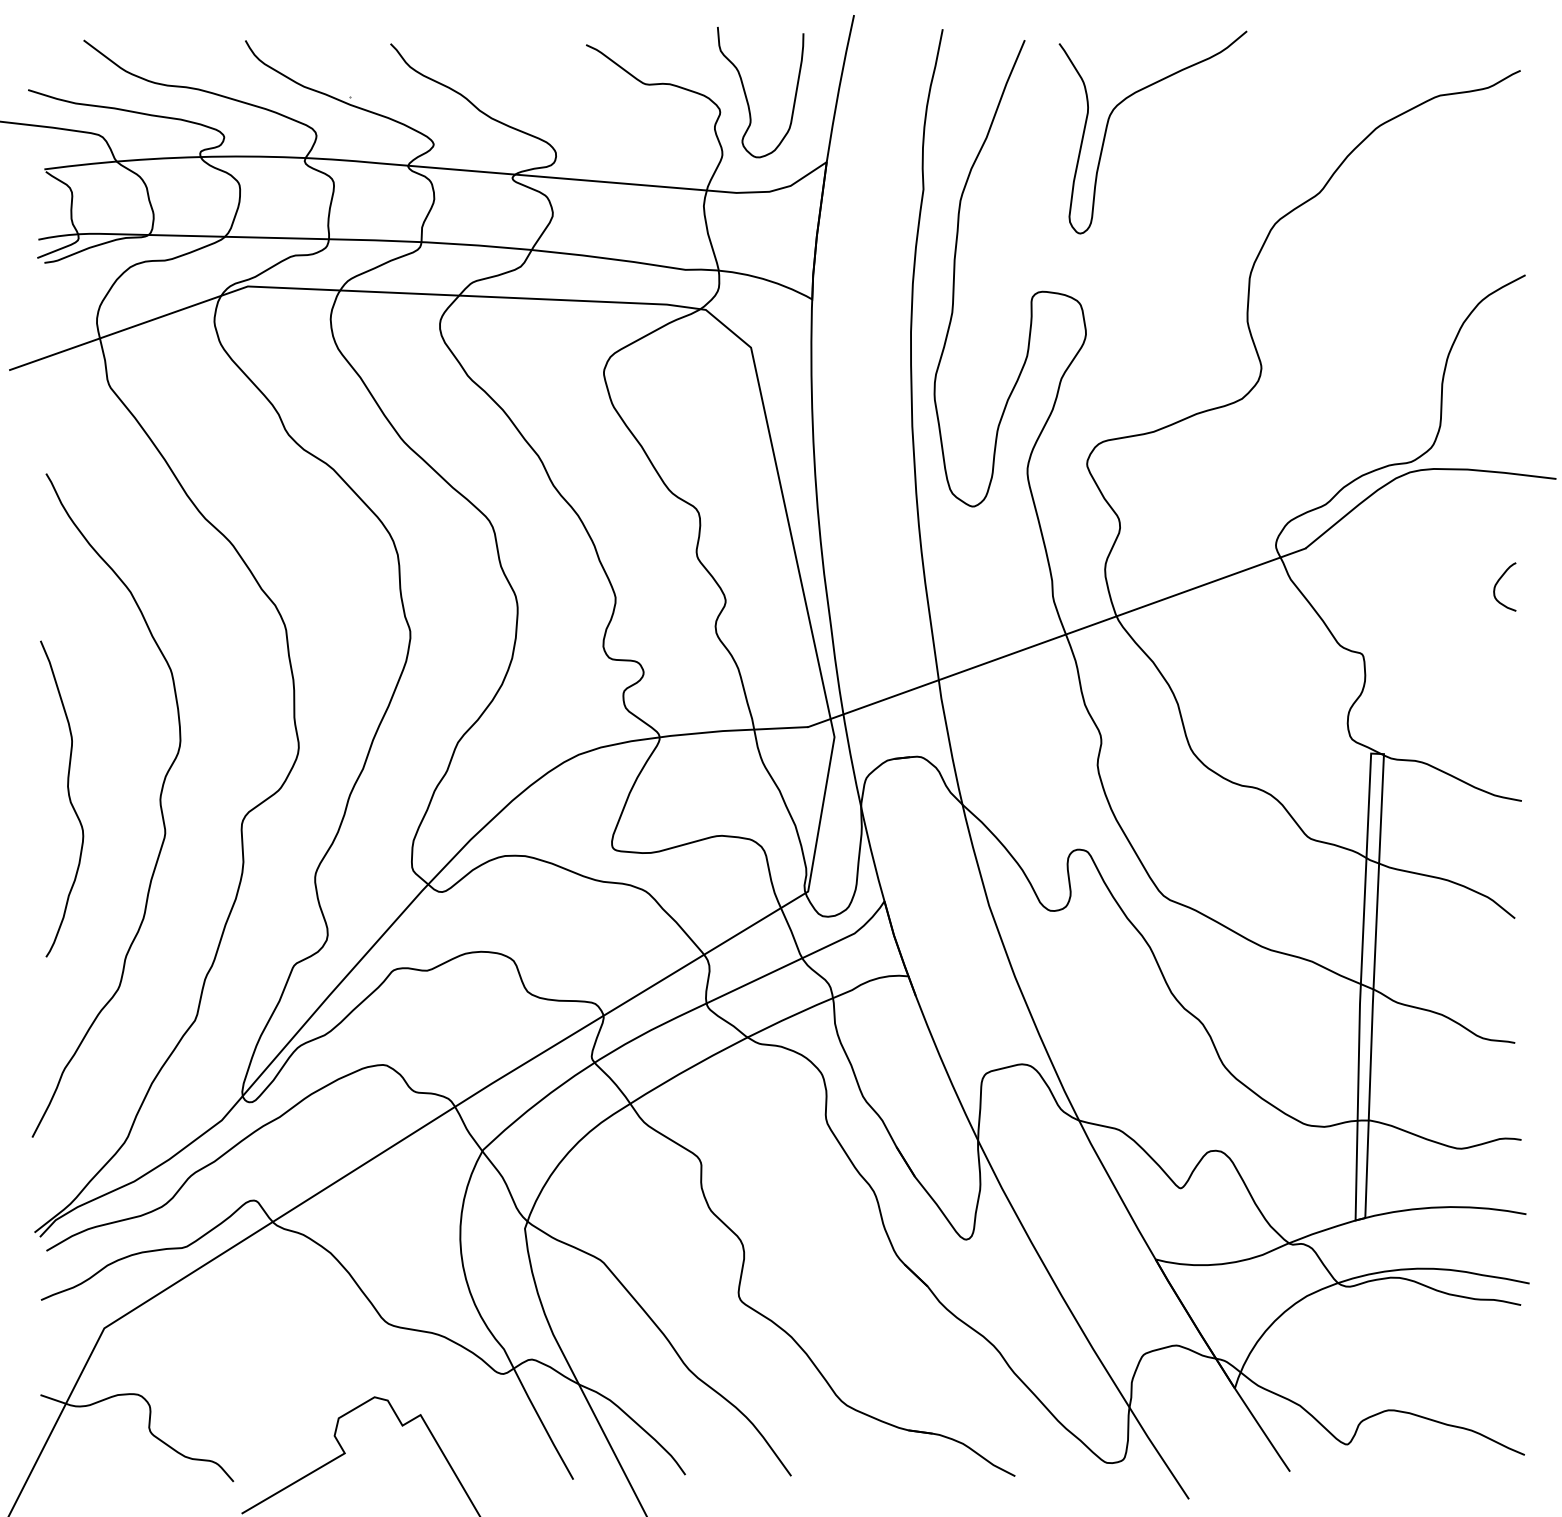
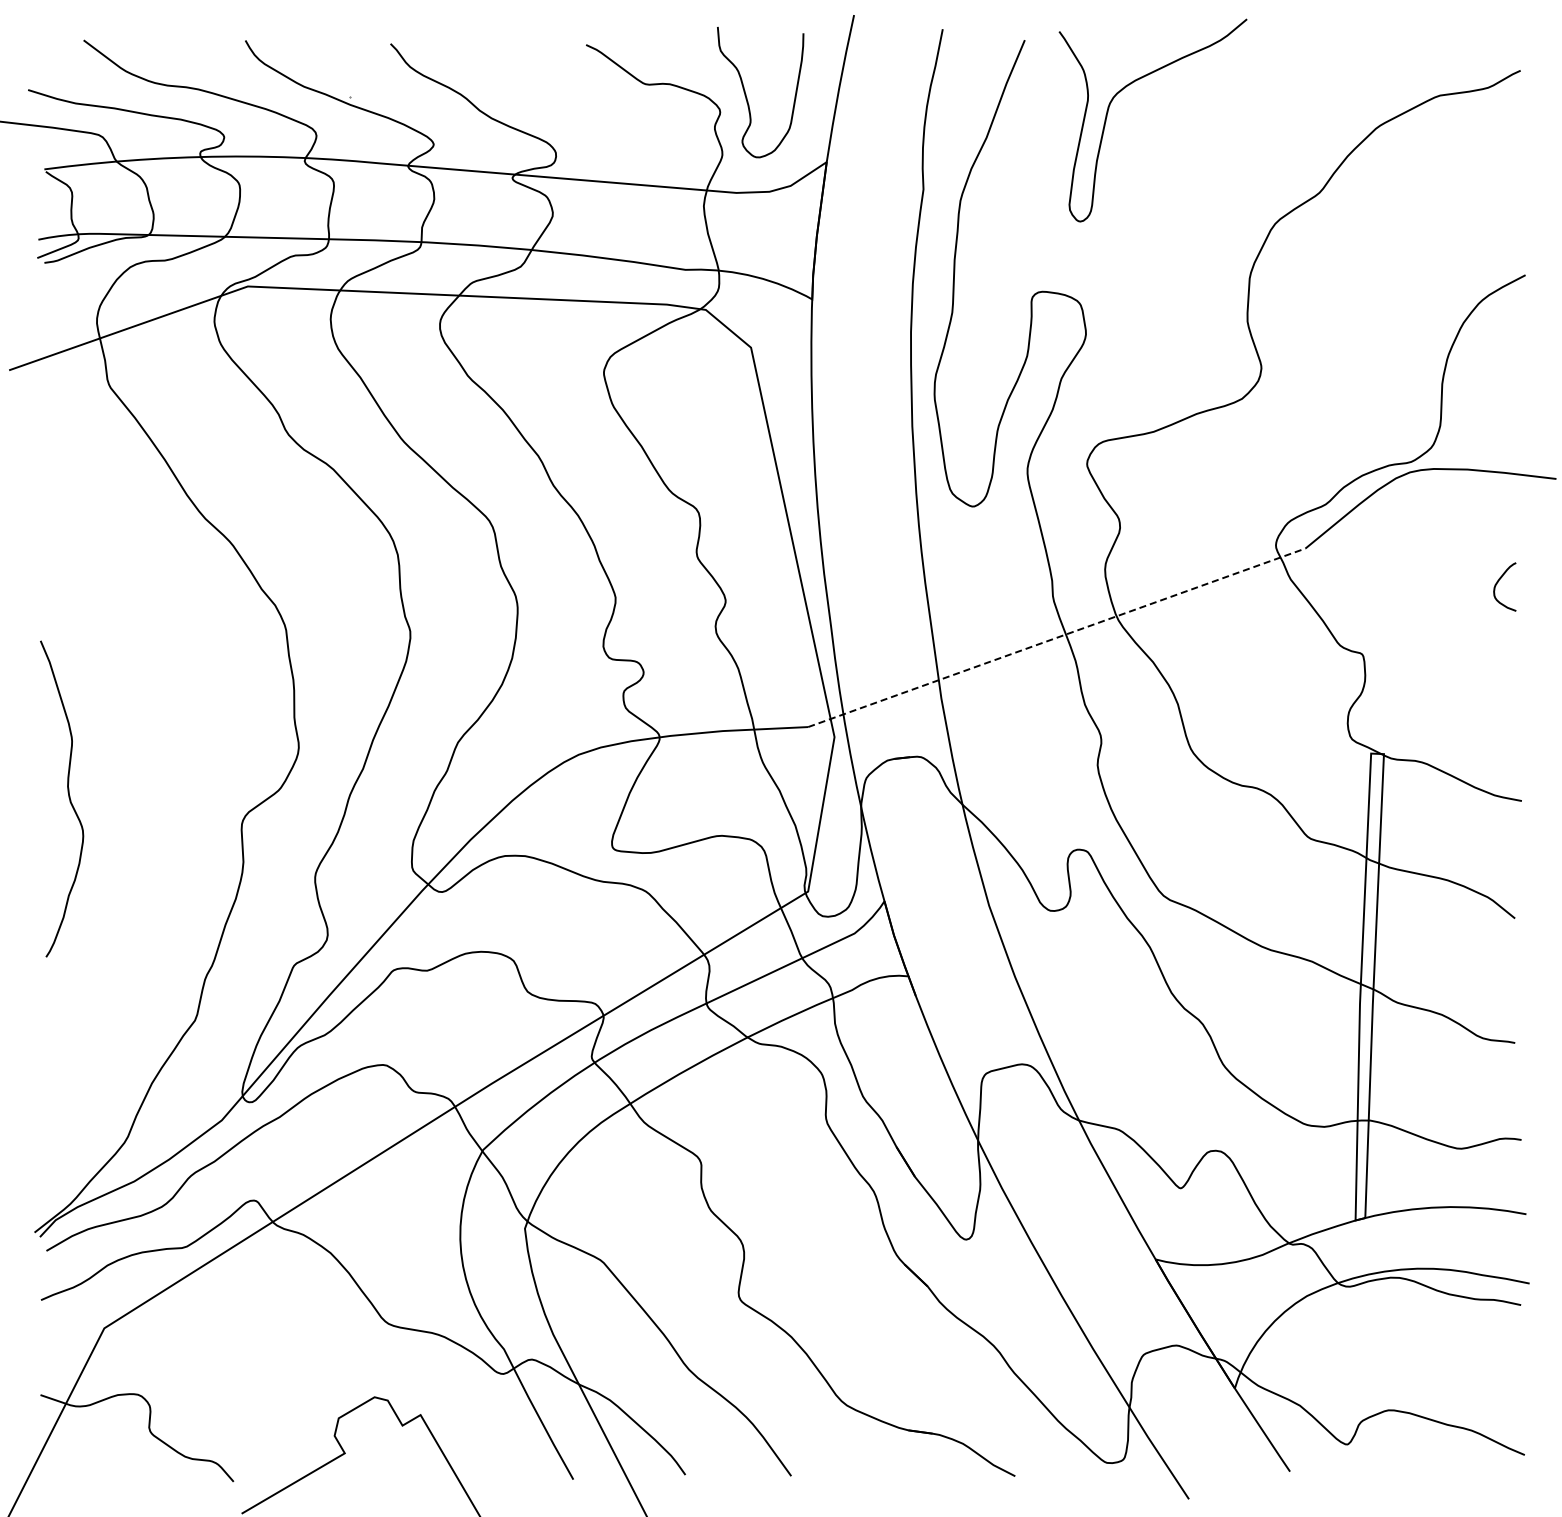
curve at (1131, 96) position: (1131, 96) -> (1131, 84)
line at (1057, 637): solid -> dashed
curve at (159, 805): present -> none
